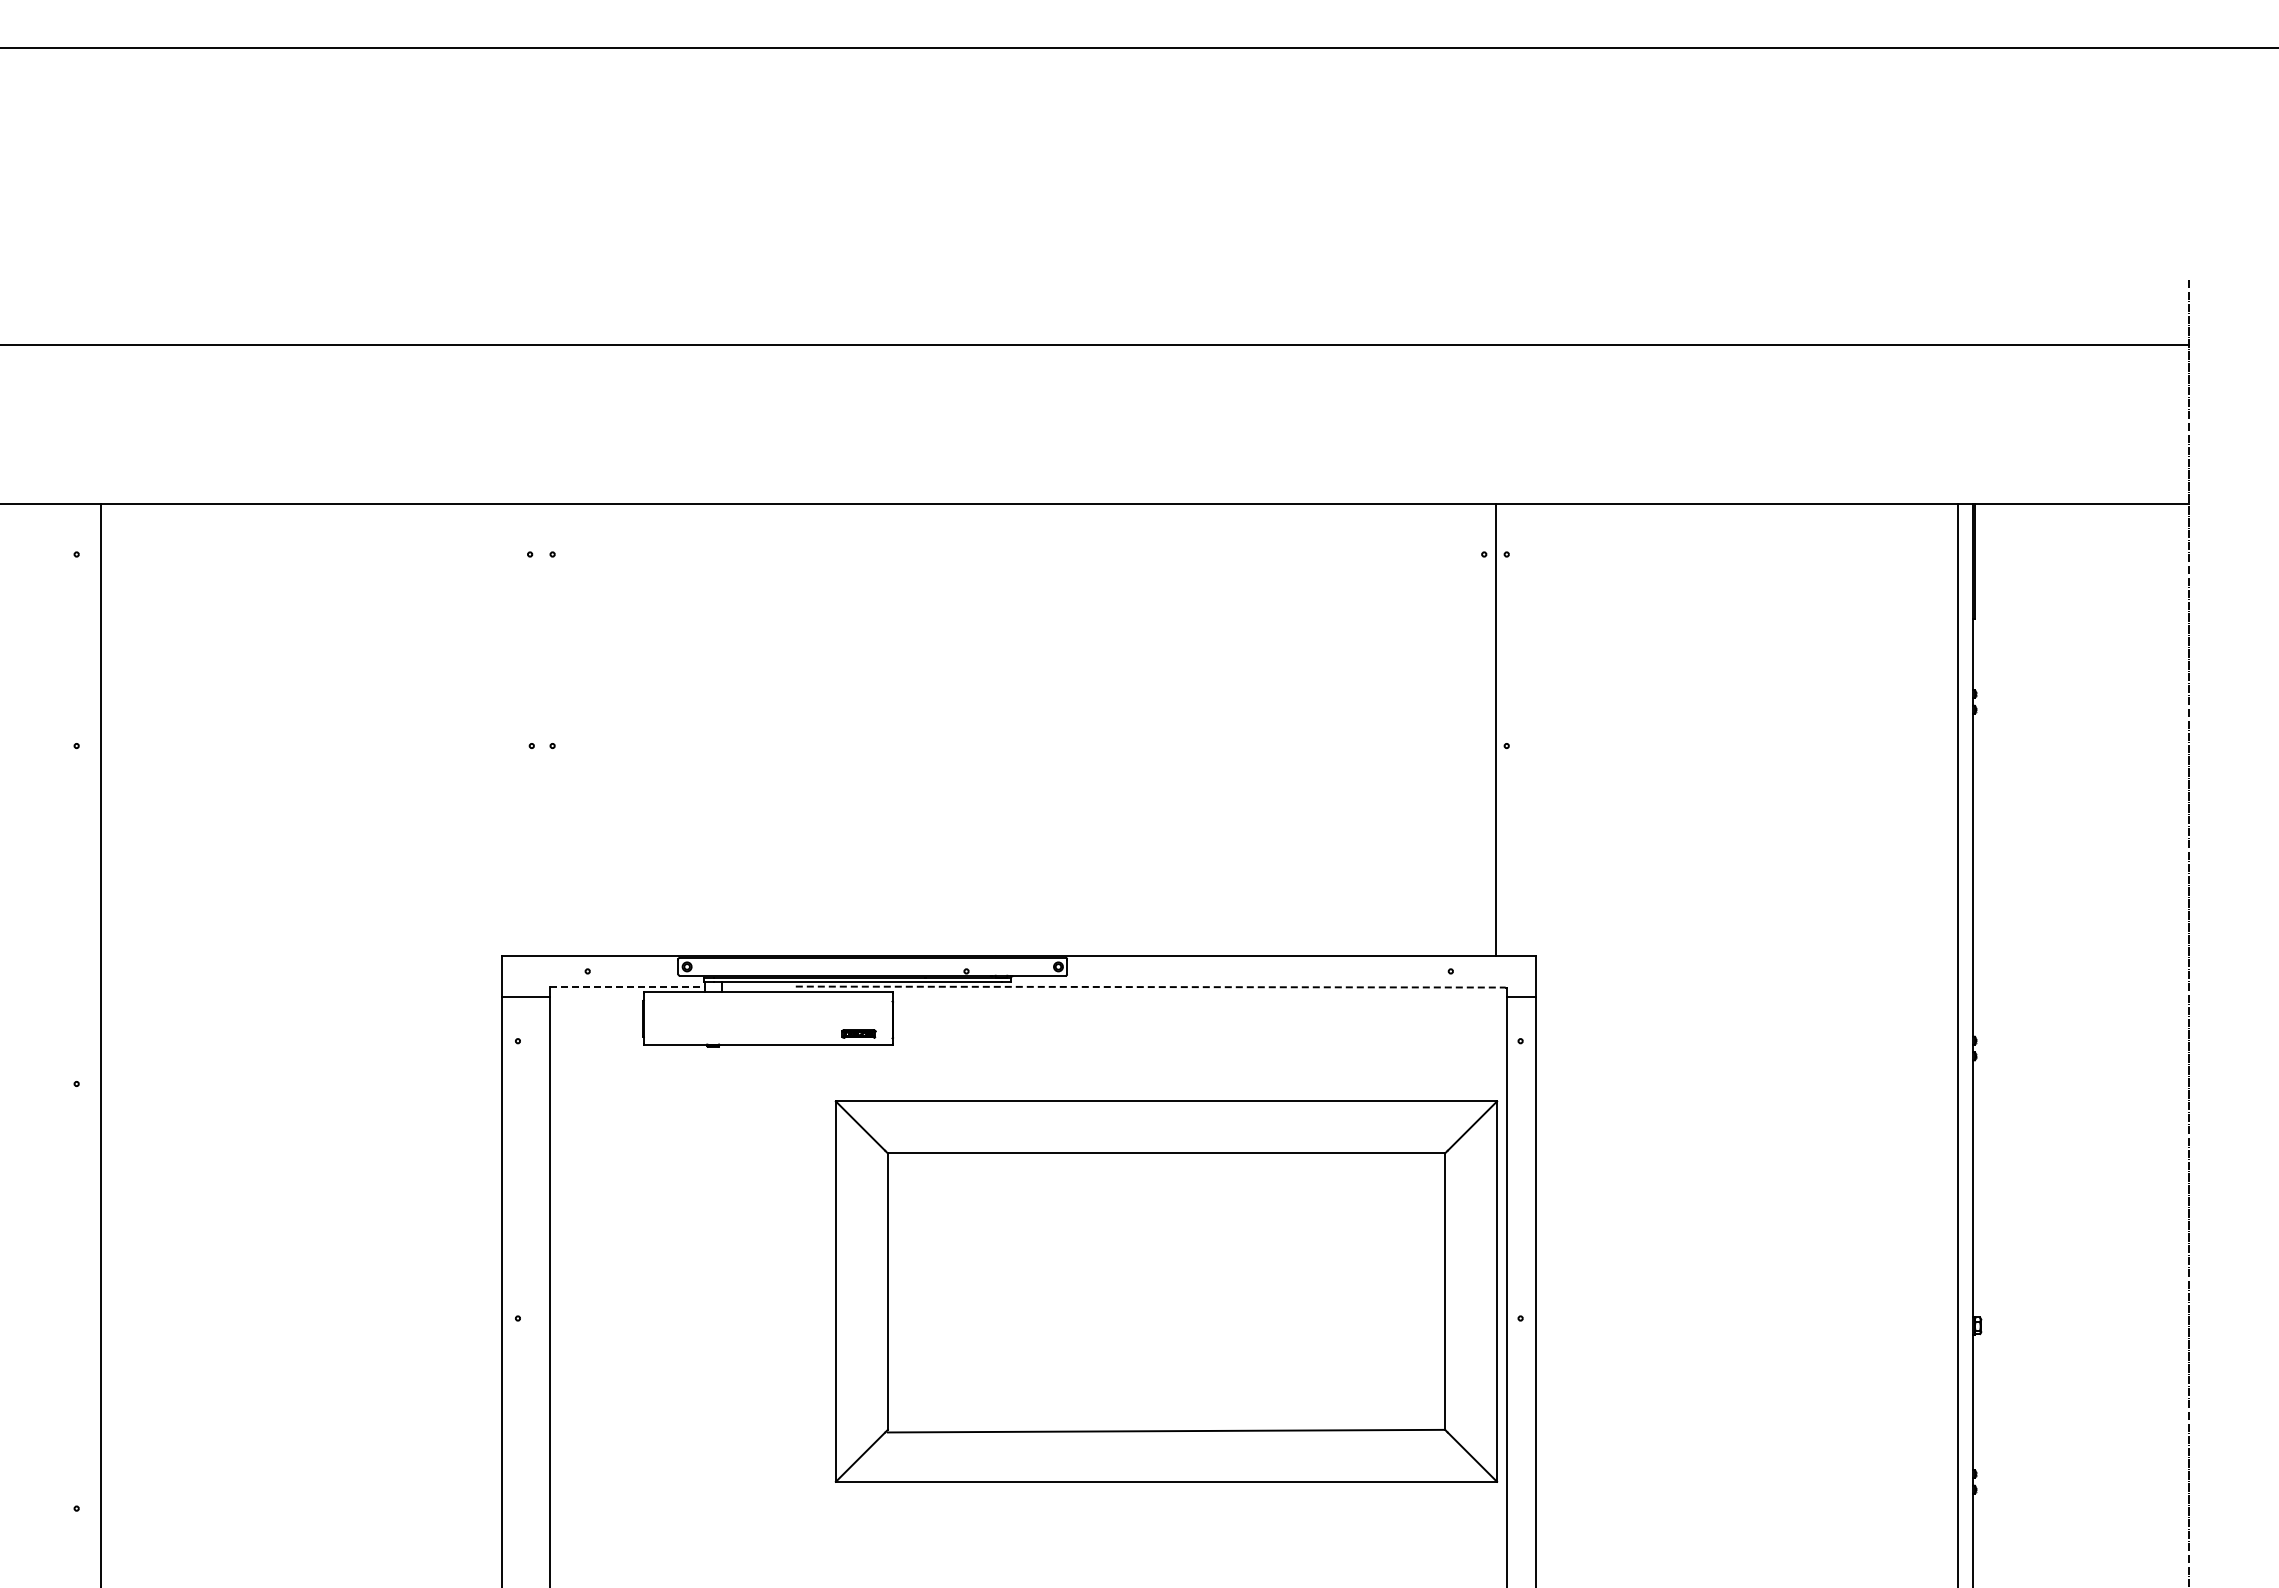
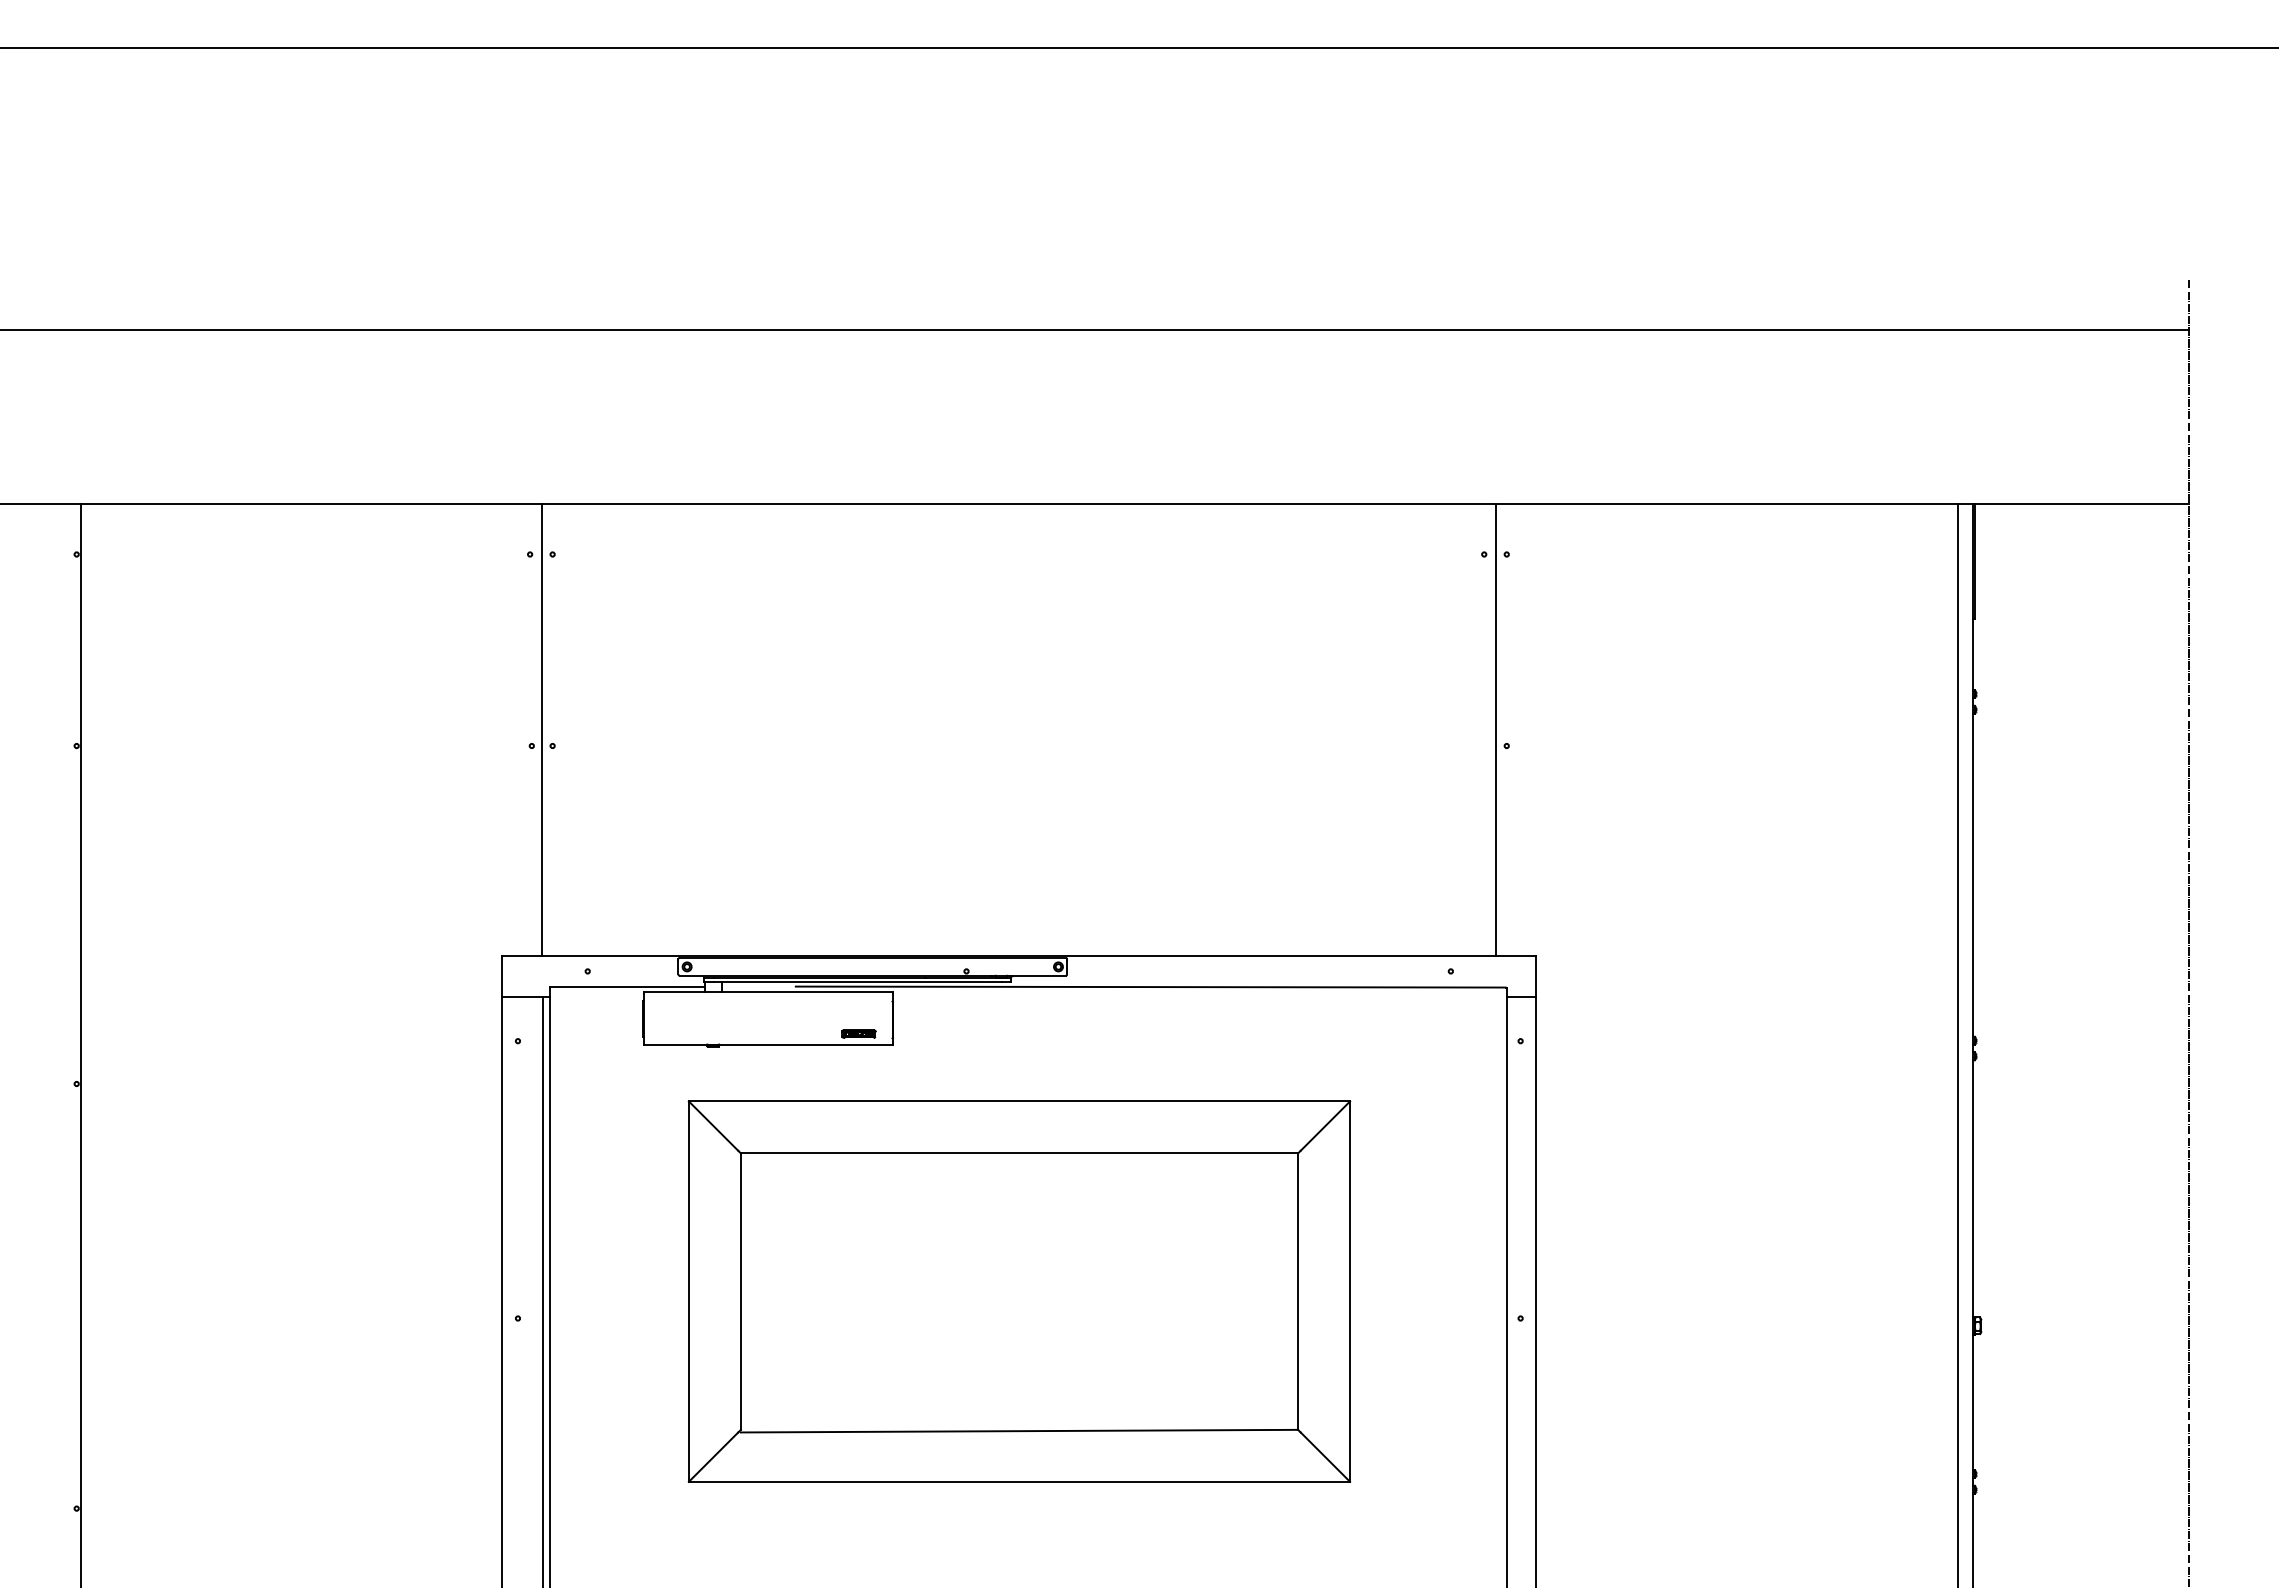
line at (1095, 344) position: (1095, 344) -> (1095, 329)
line at (542, 729): none -> present
line at (627, 986): dashed -> solid
line at (1150, 987): dashed -> solid
line at (100, 1044) position: (100, 1044) -> (80, 1044)
line at (543, 1290): none -> present
part at (1166, 1291) position: (1166, 1291) -> (1019, 1291)
